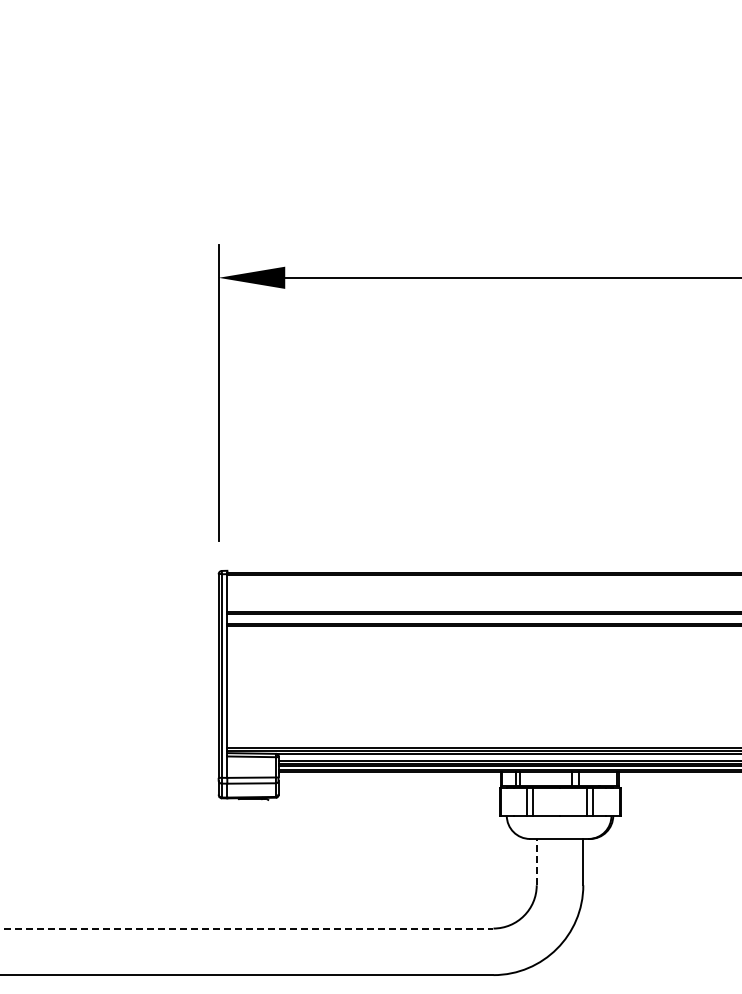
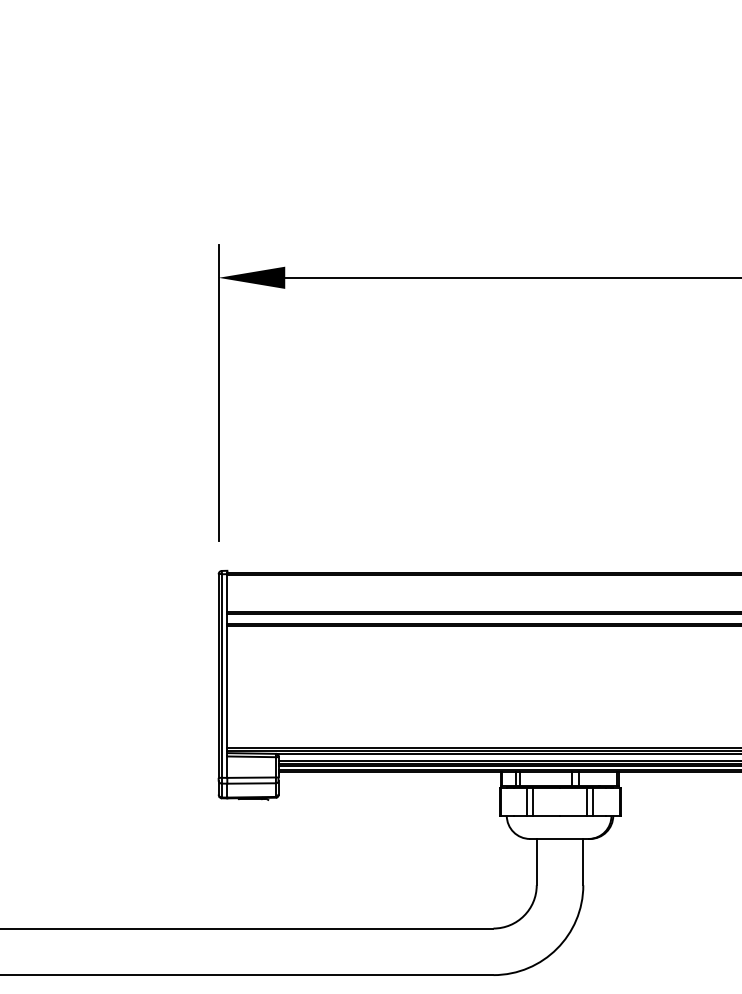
line at (536, 861): dashed -> solid
line at (247, 928): dashed -> solid
